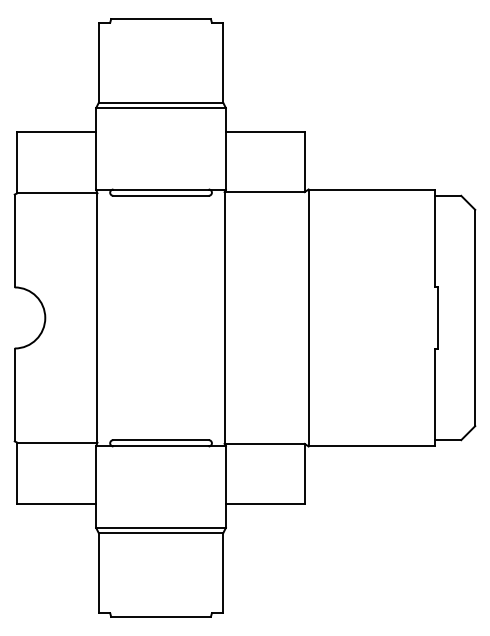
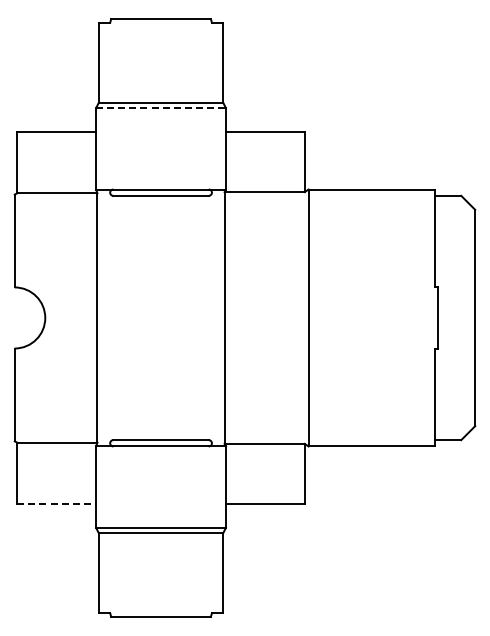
line at (161, 108): solid -> dashed
line at (57, 503): solid -> dashed
